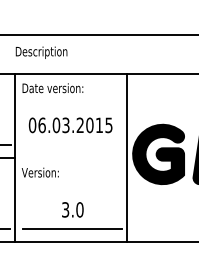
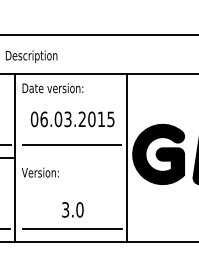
text at (41, 52) position: (41, 52) -> (31, 56)
text at (70, 125) position: (70, 125) -> (72, 119)
line at (71, 145): none -> present
